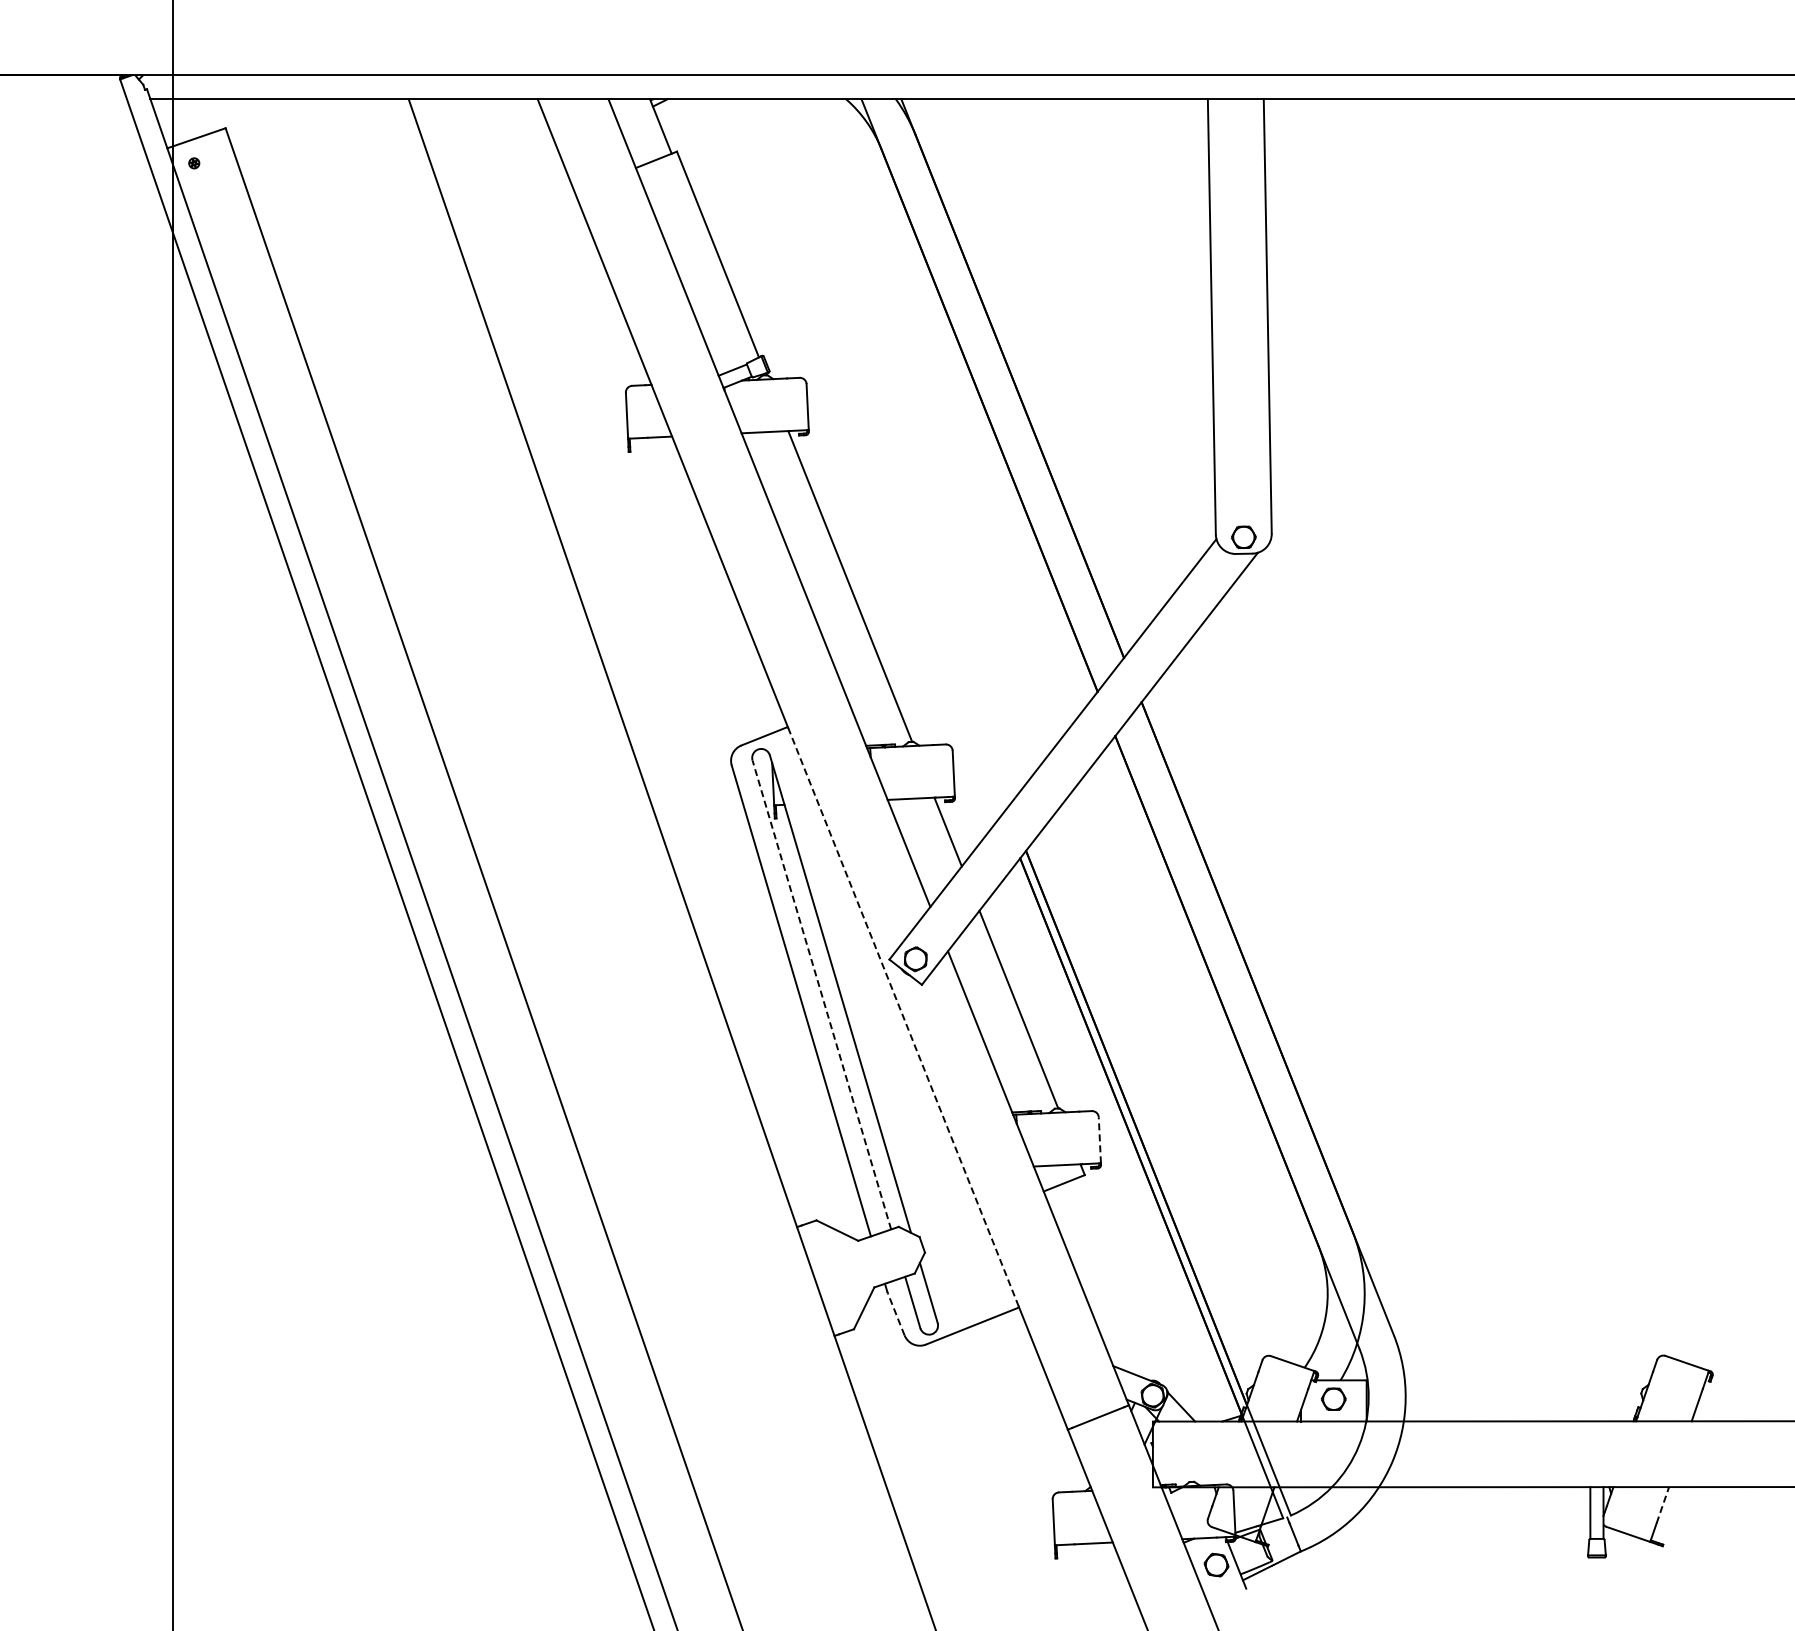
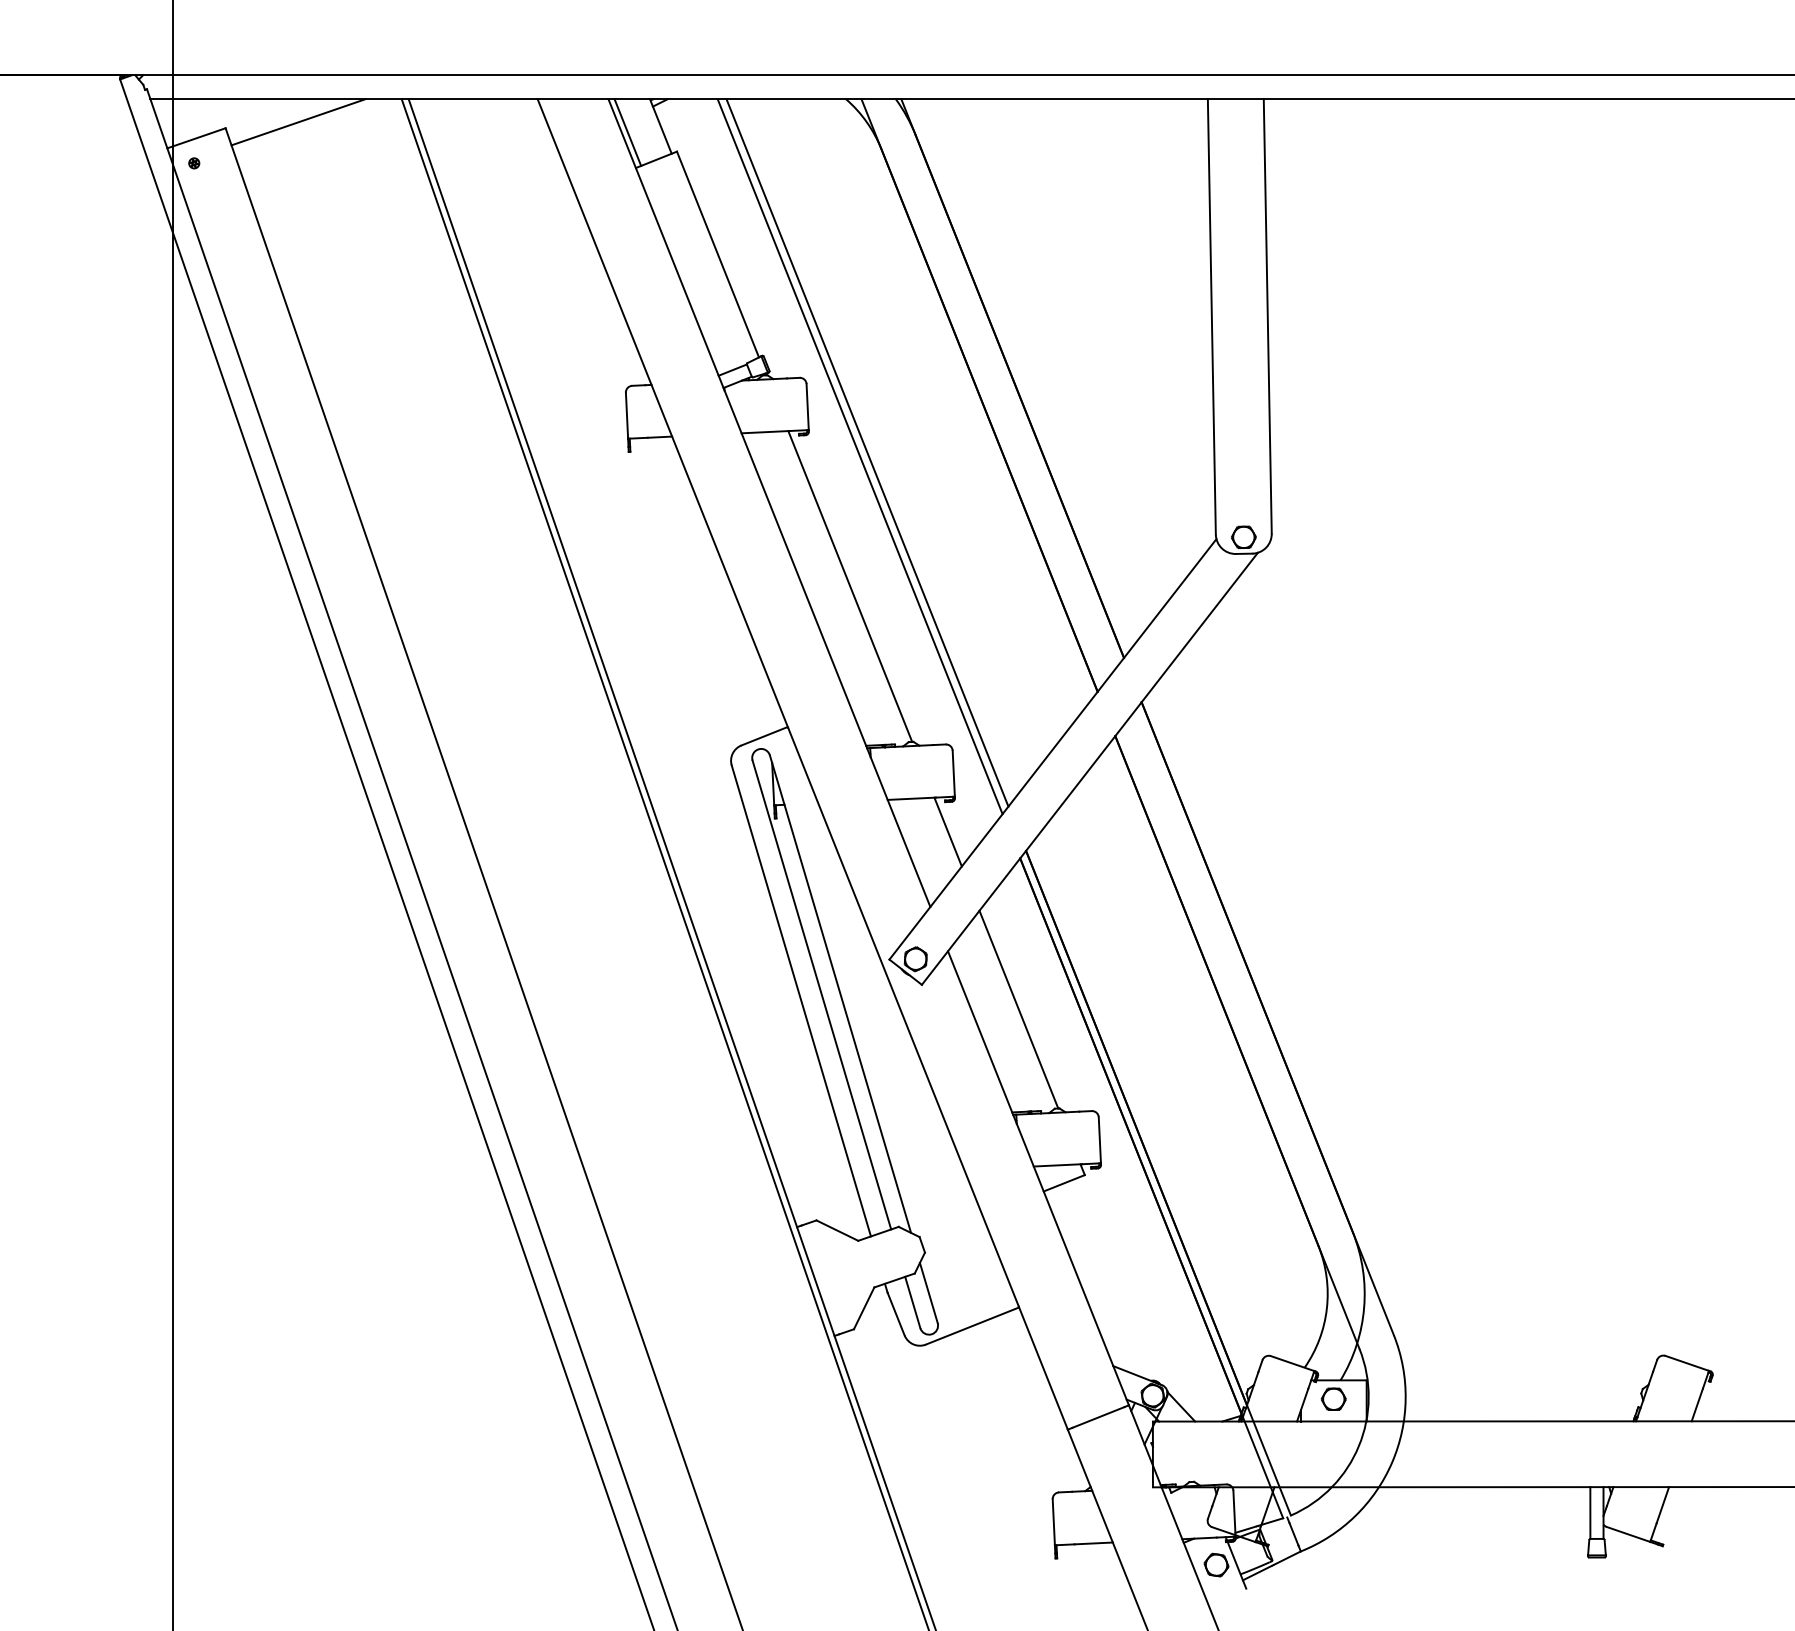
line at (298, 122): none -> present
line at (627, 132): none -> present
line at (867, 452): none -> present
line at (859, 456): none -> present
line at (664, 863): none -> present
line at (821, 994): dashed -> solid
line at (903, 1017): dashed -> solid
line at (1099, 1139): dashed -> solid
line at (896, 1314): dashed -> solid
line at (1663, 1504): dashed -> solid
